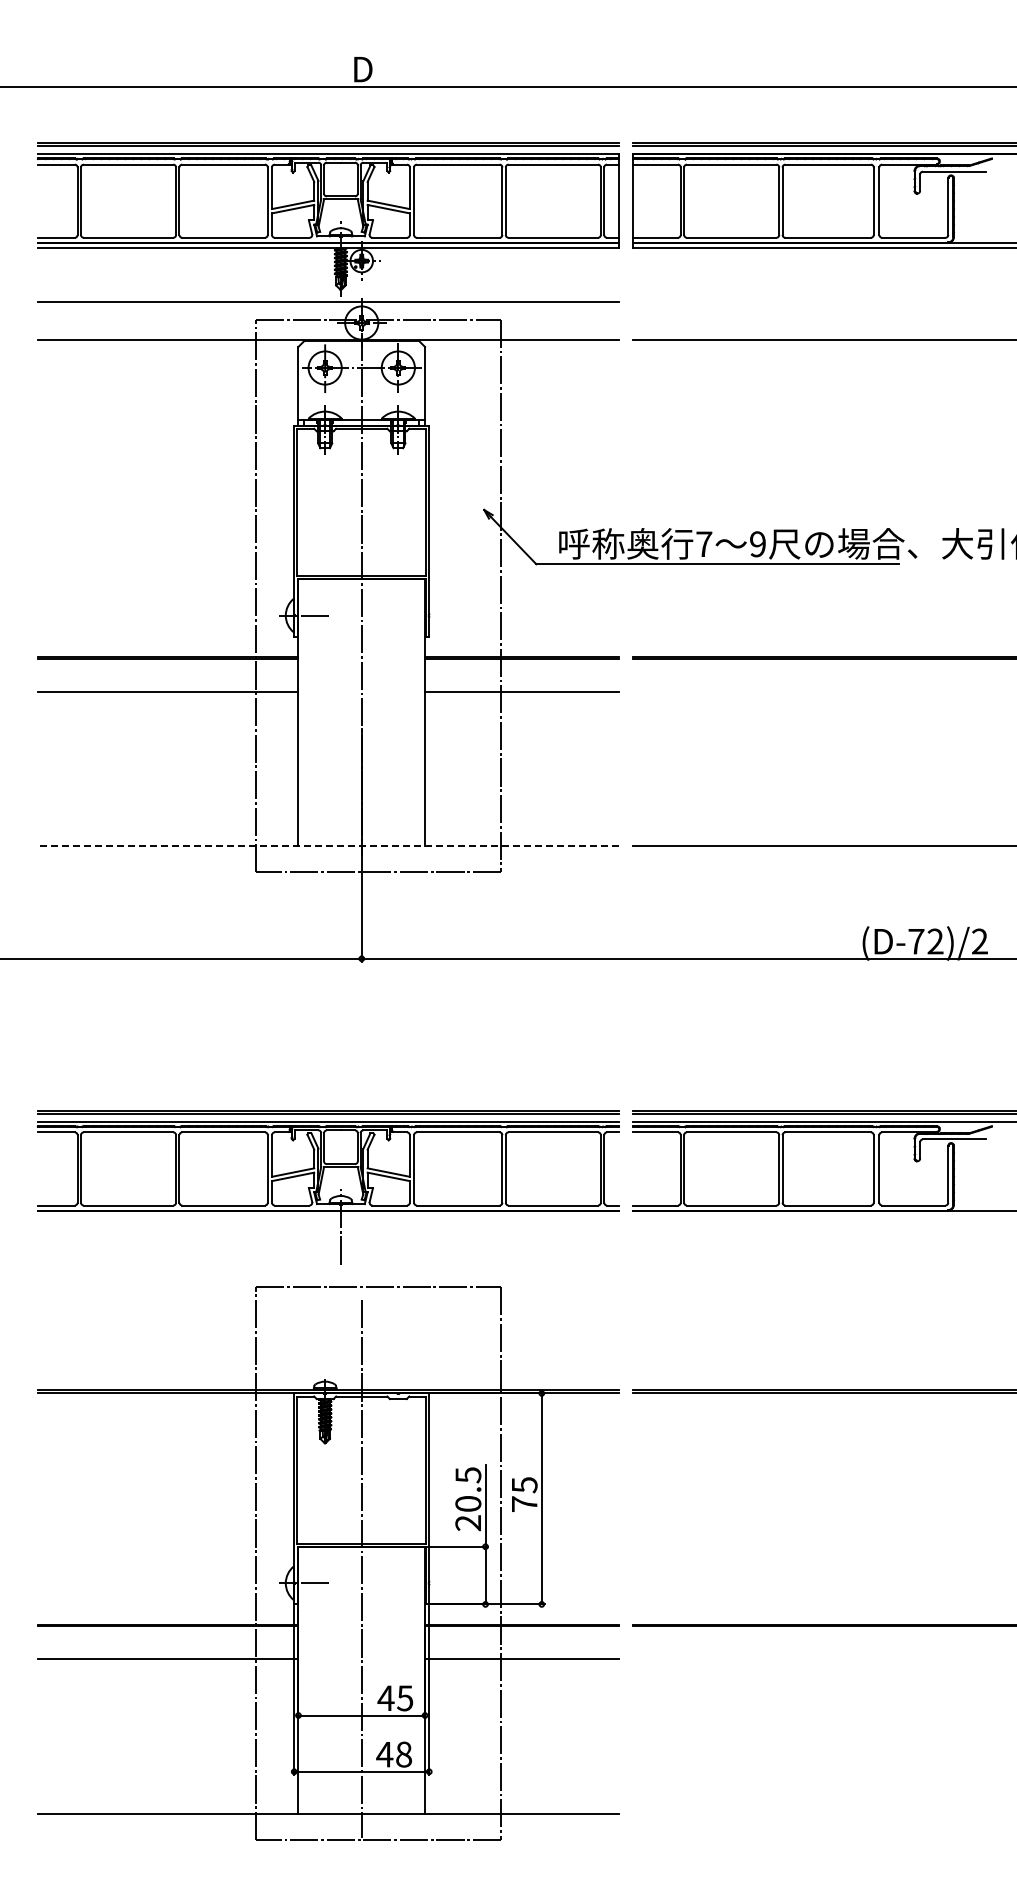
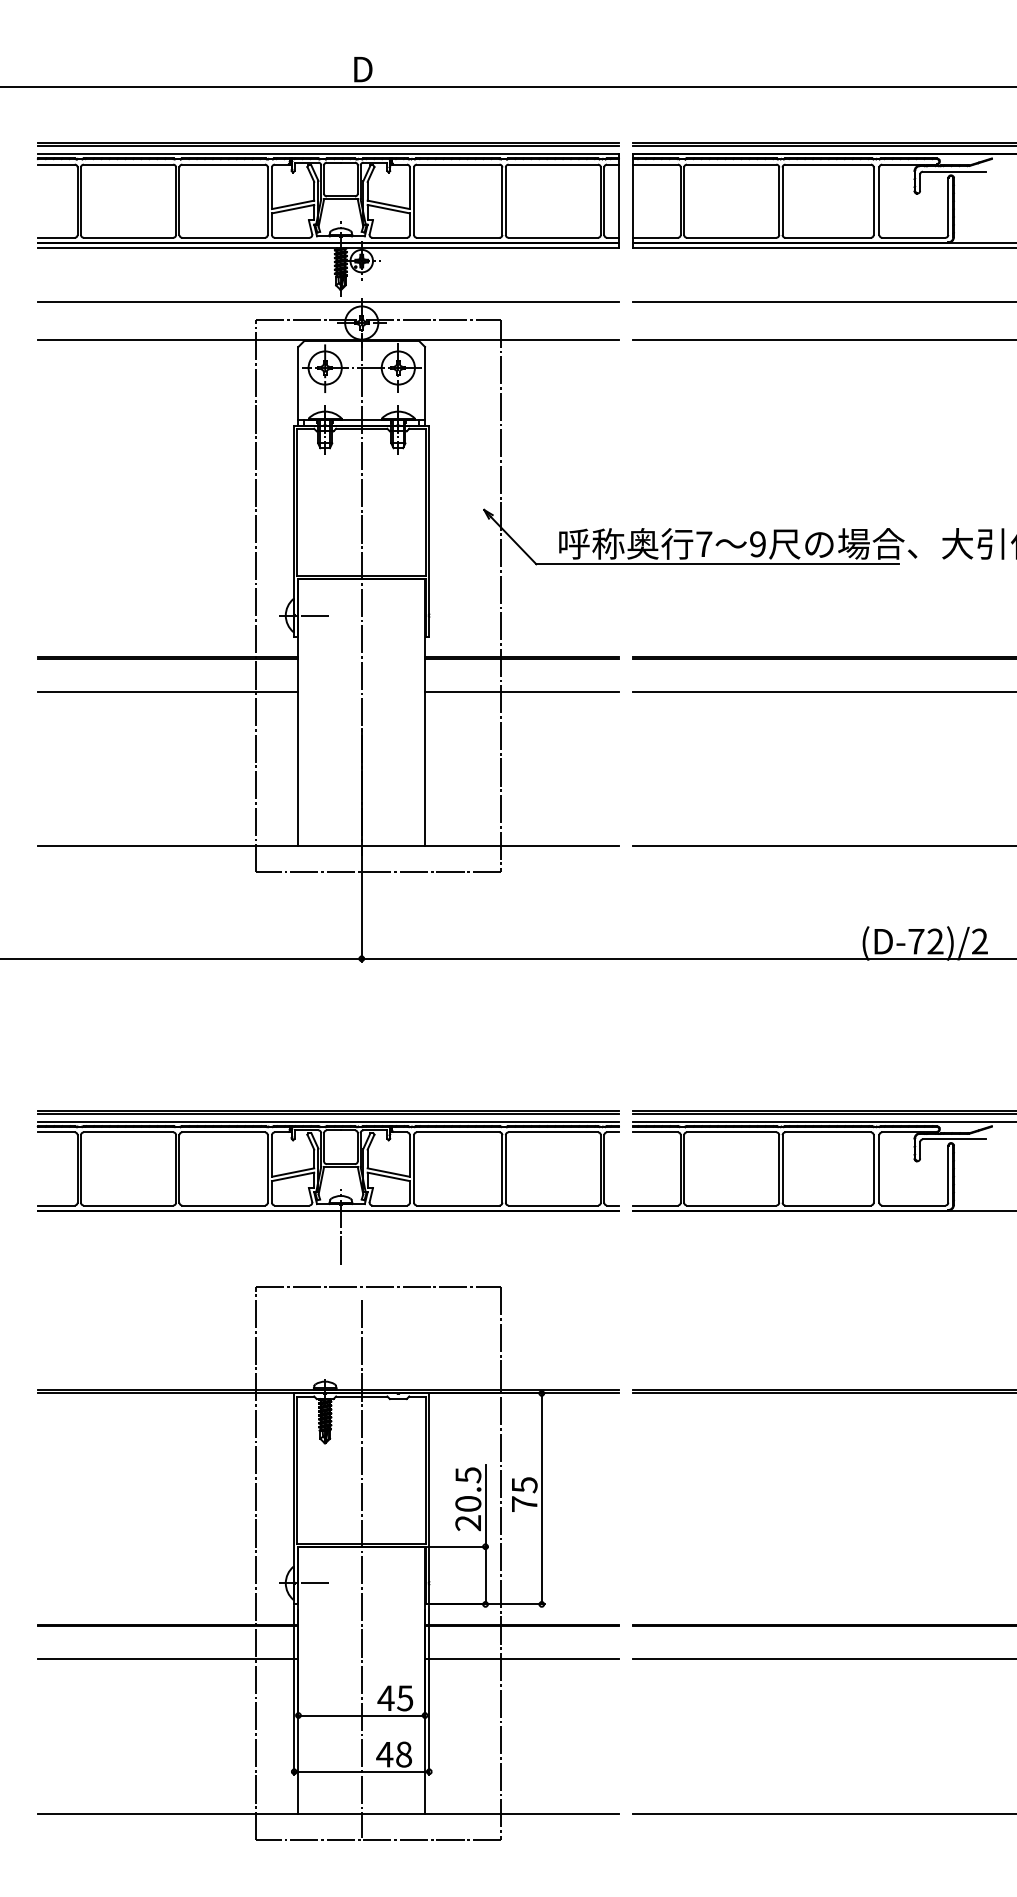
line at (822, 301): none -> present
line at (822, 691): none -> present
line at (328, 846): dashed -> solid
line at (822, 1659): none -> present
line at (822, 1813): none -> present
